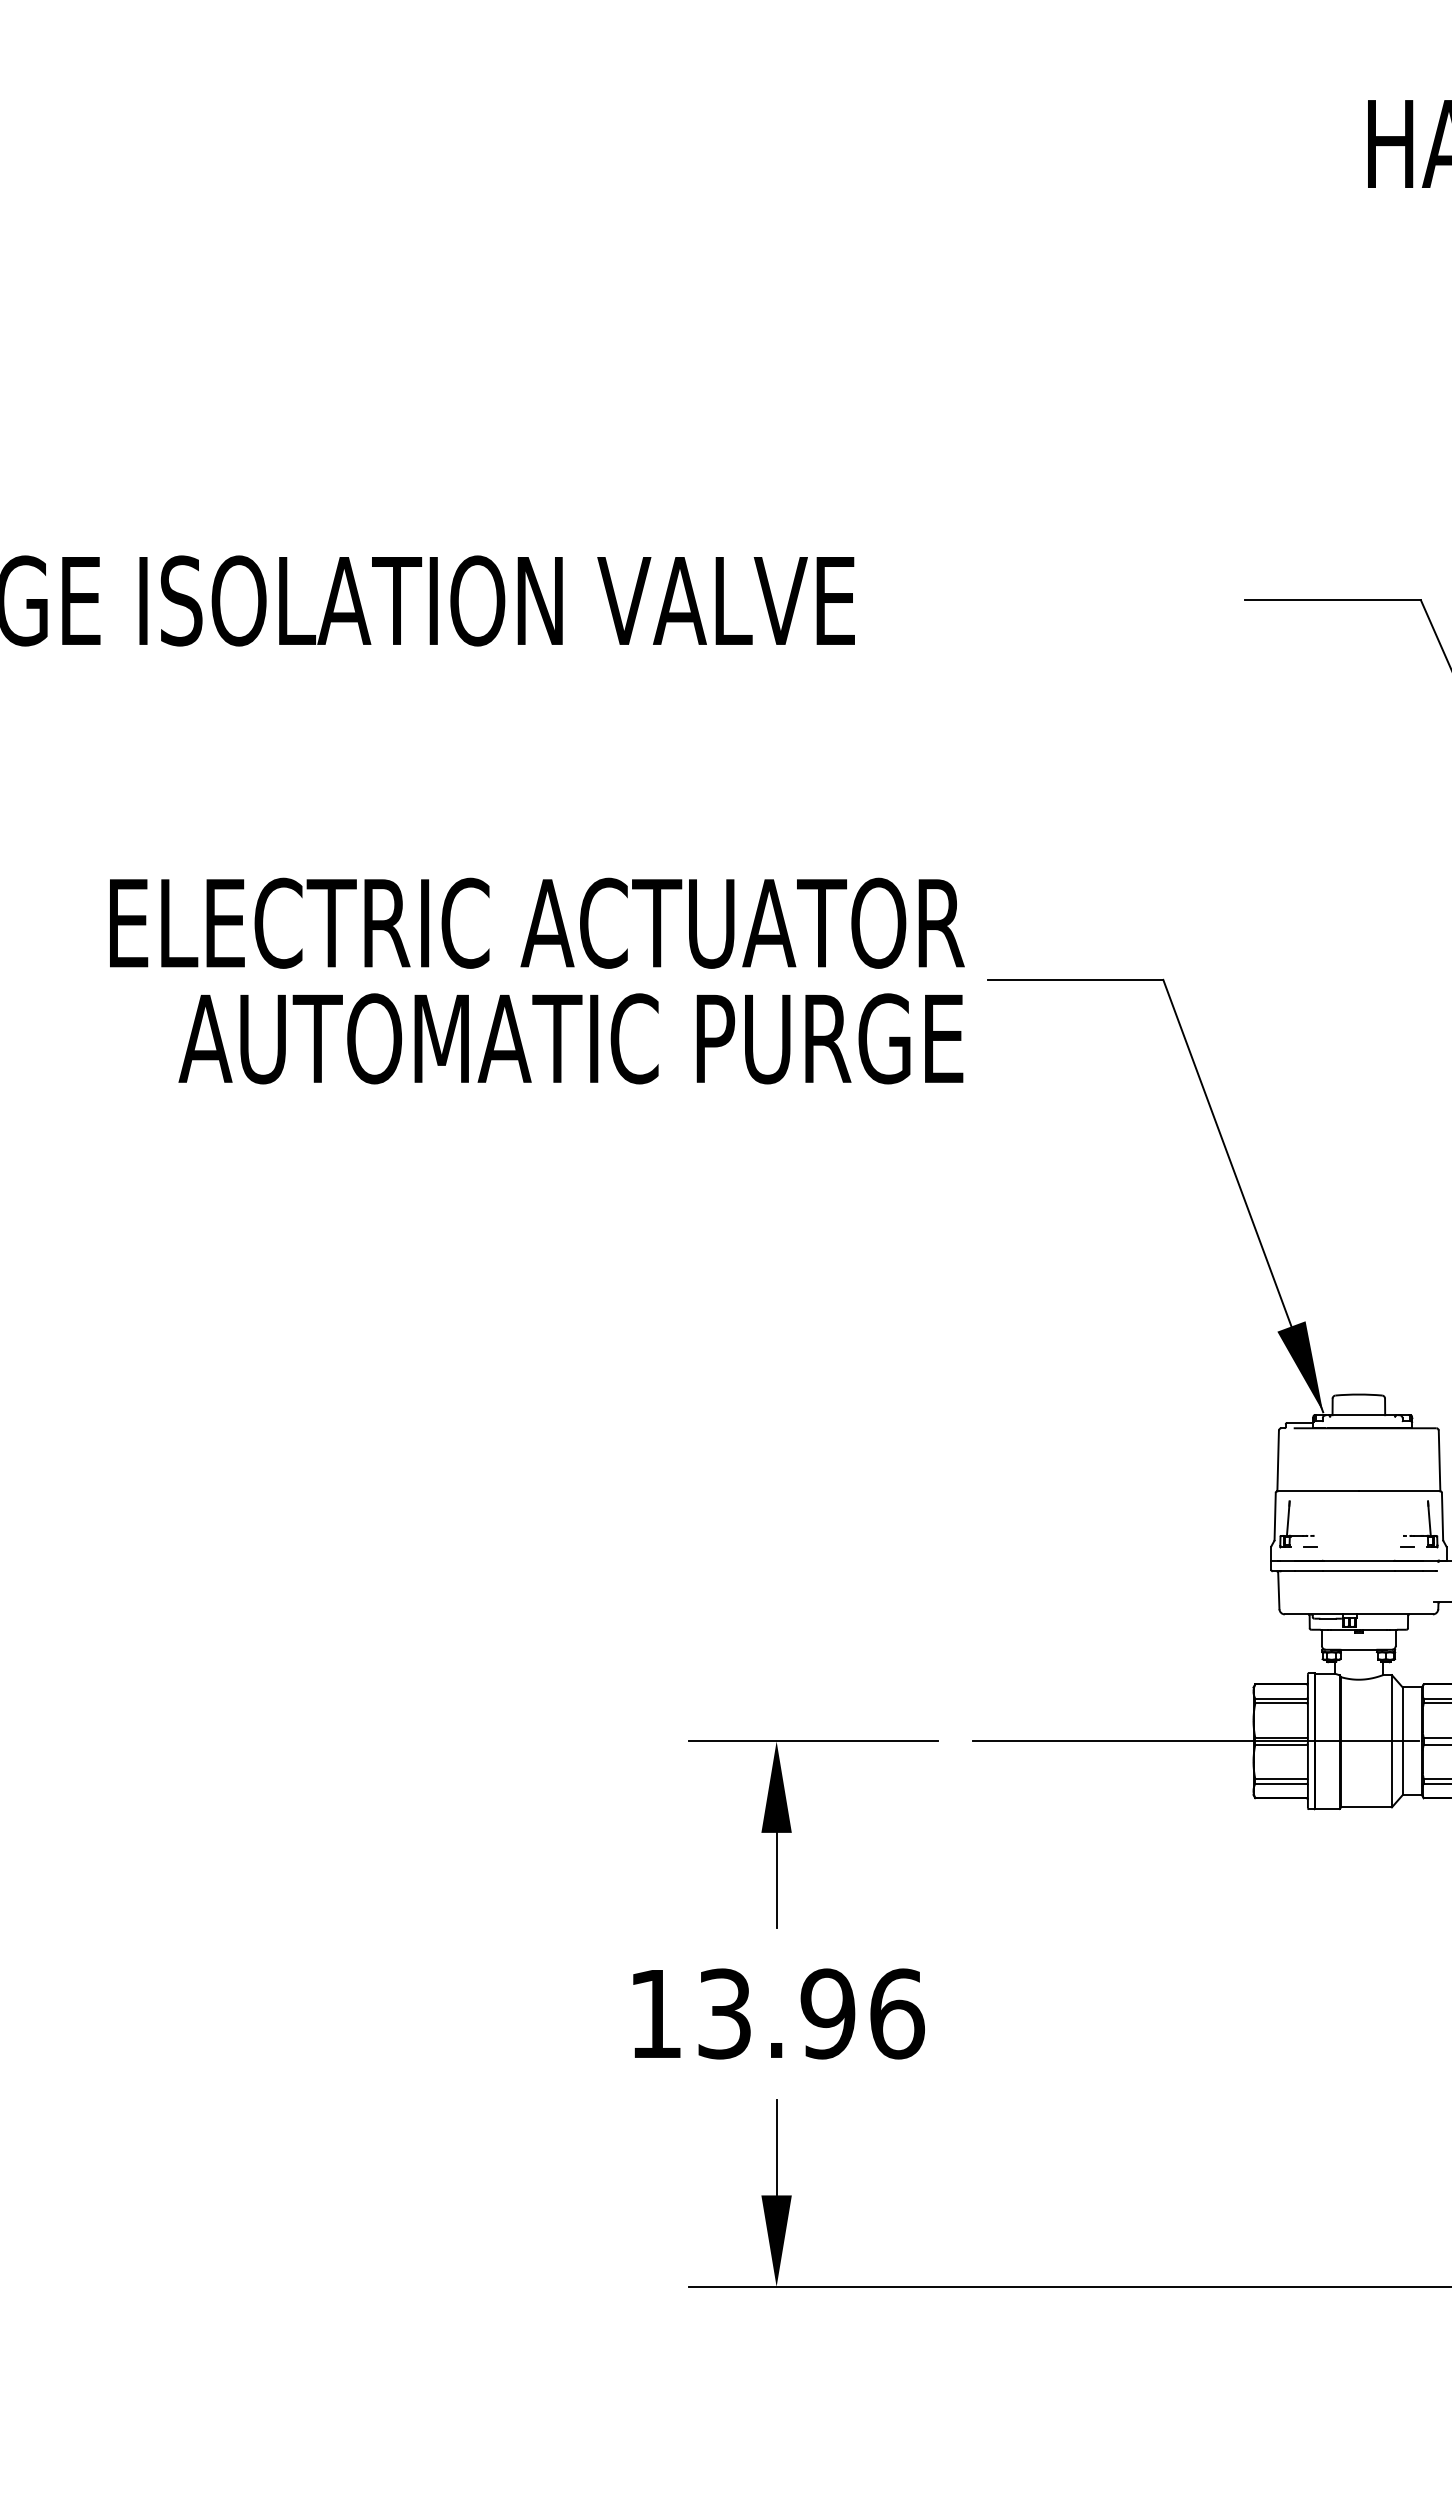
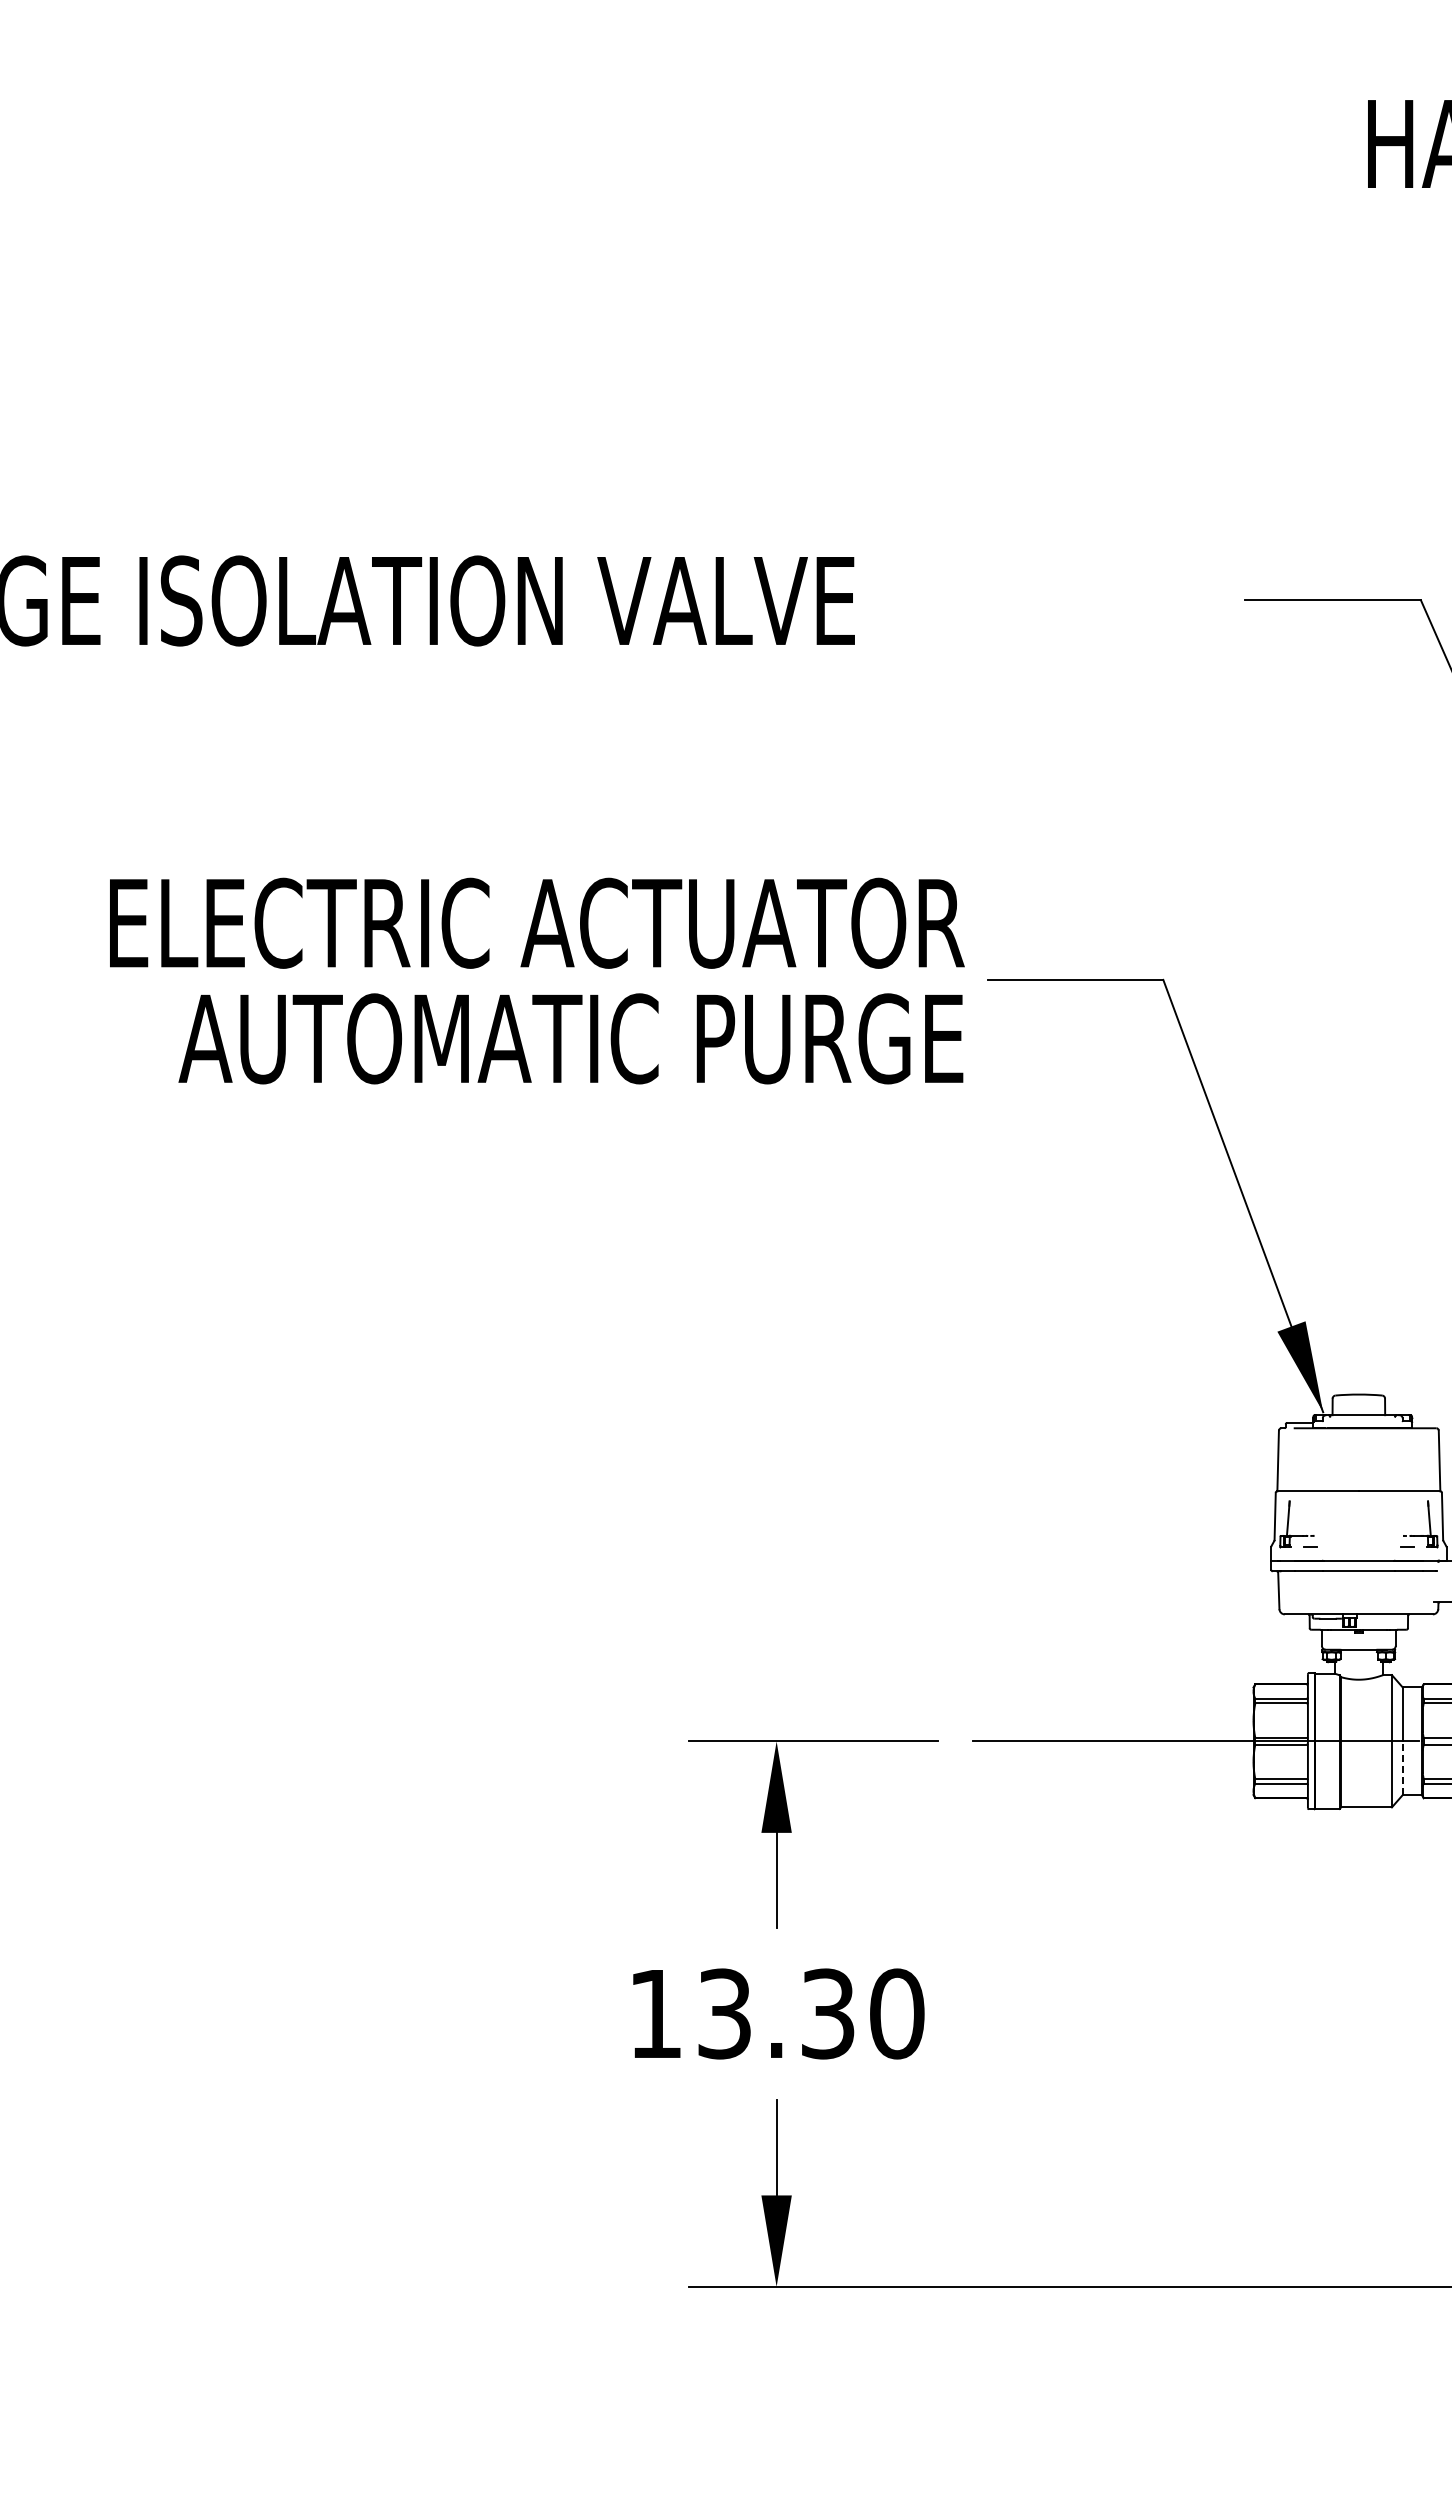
line at (1402, 1768): solid -> dashed
text at (862, 2013): 13.96 -> 13.30
